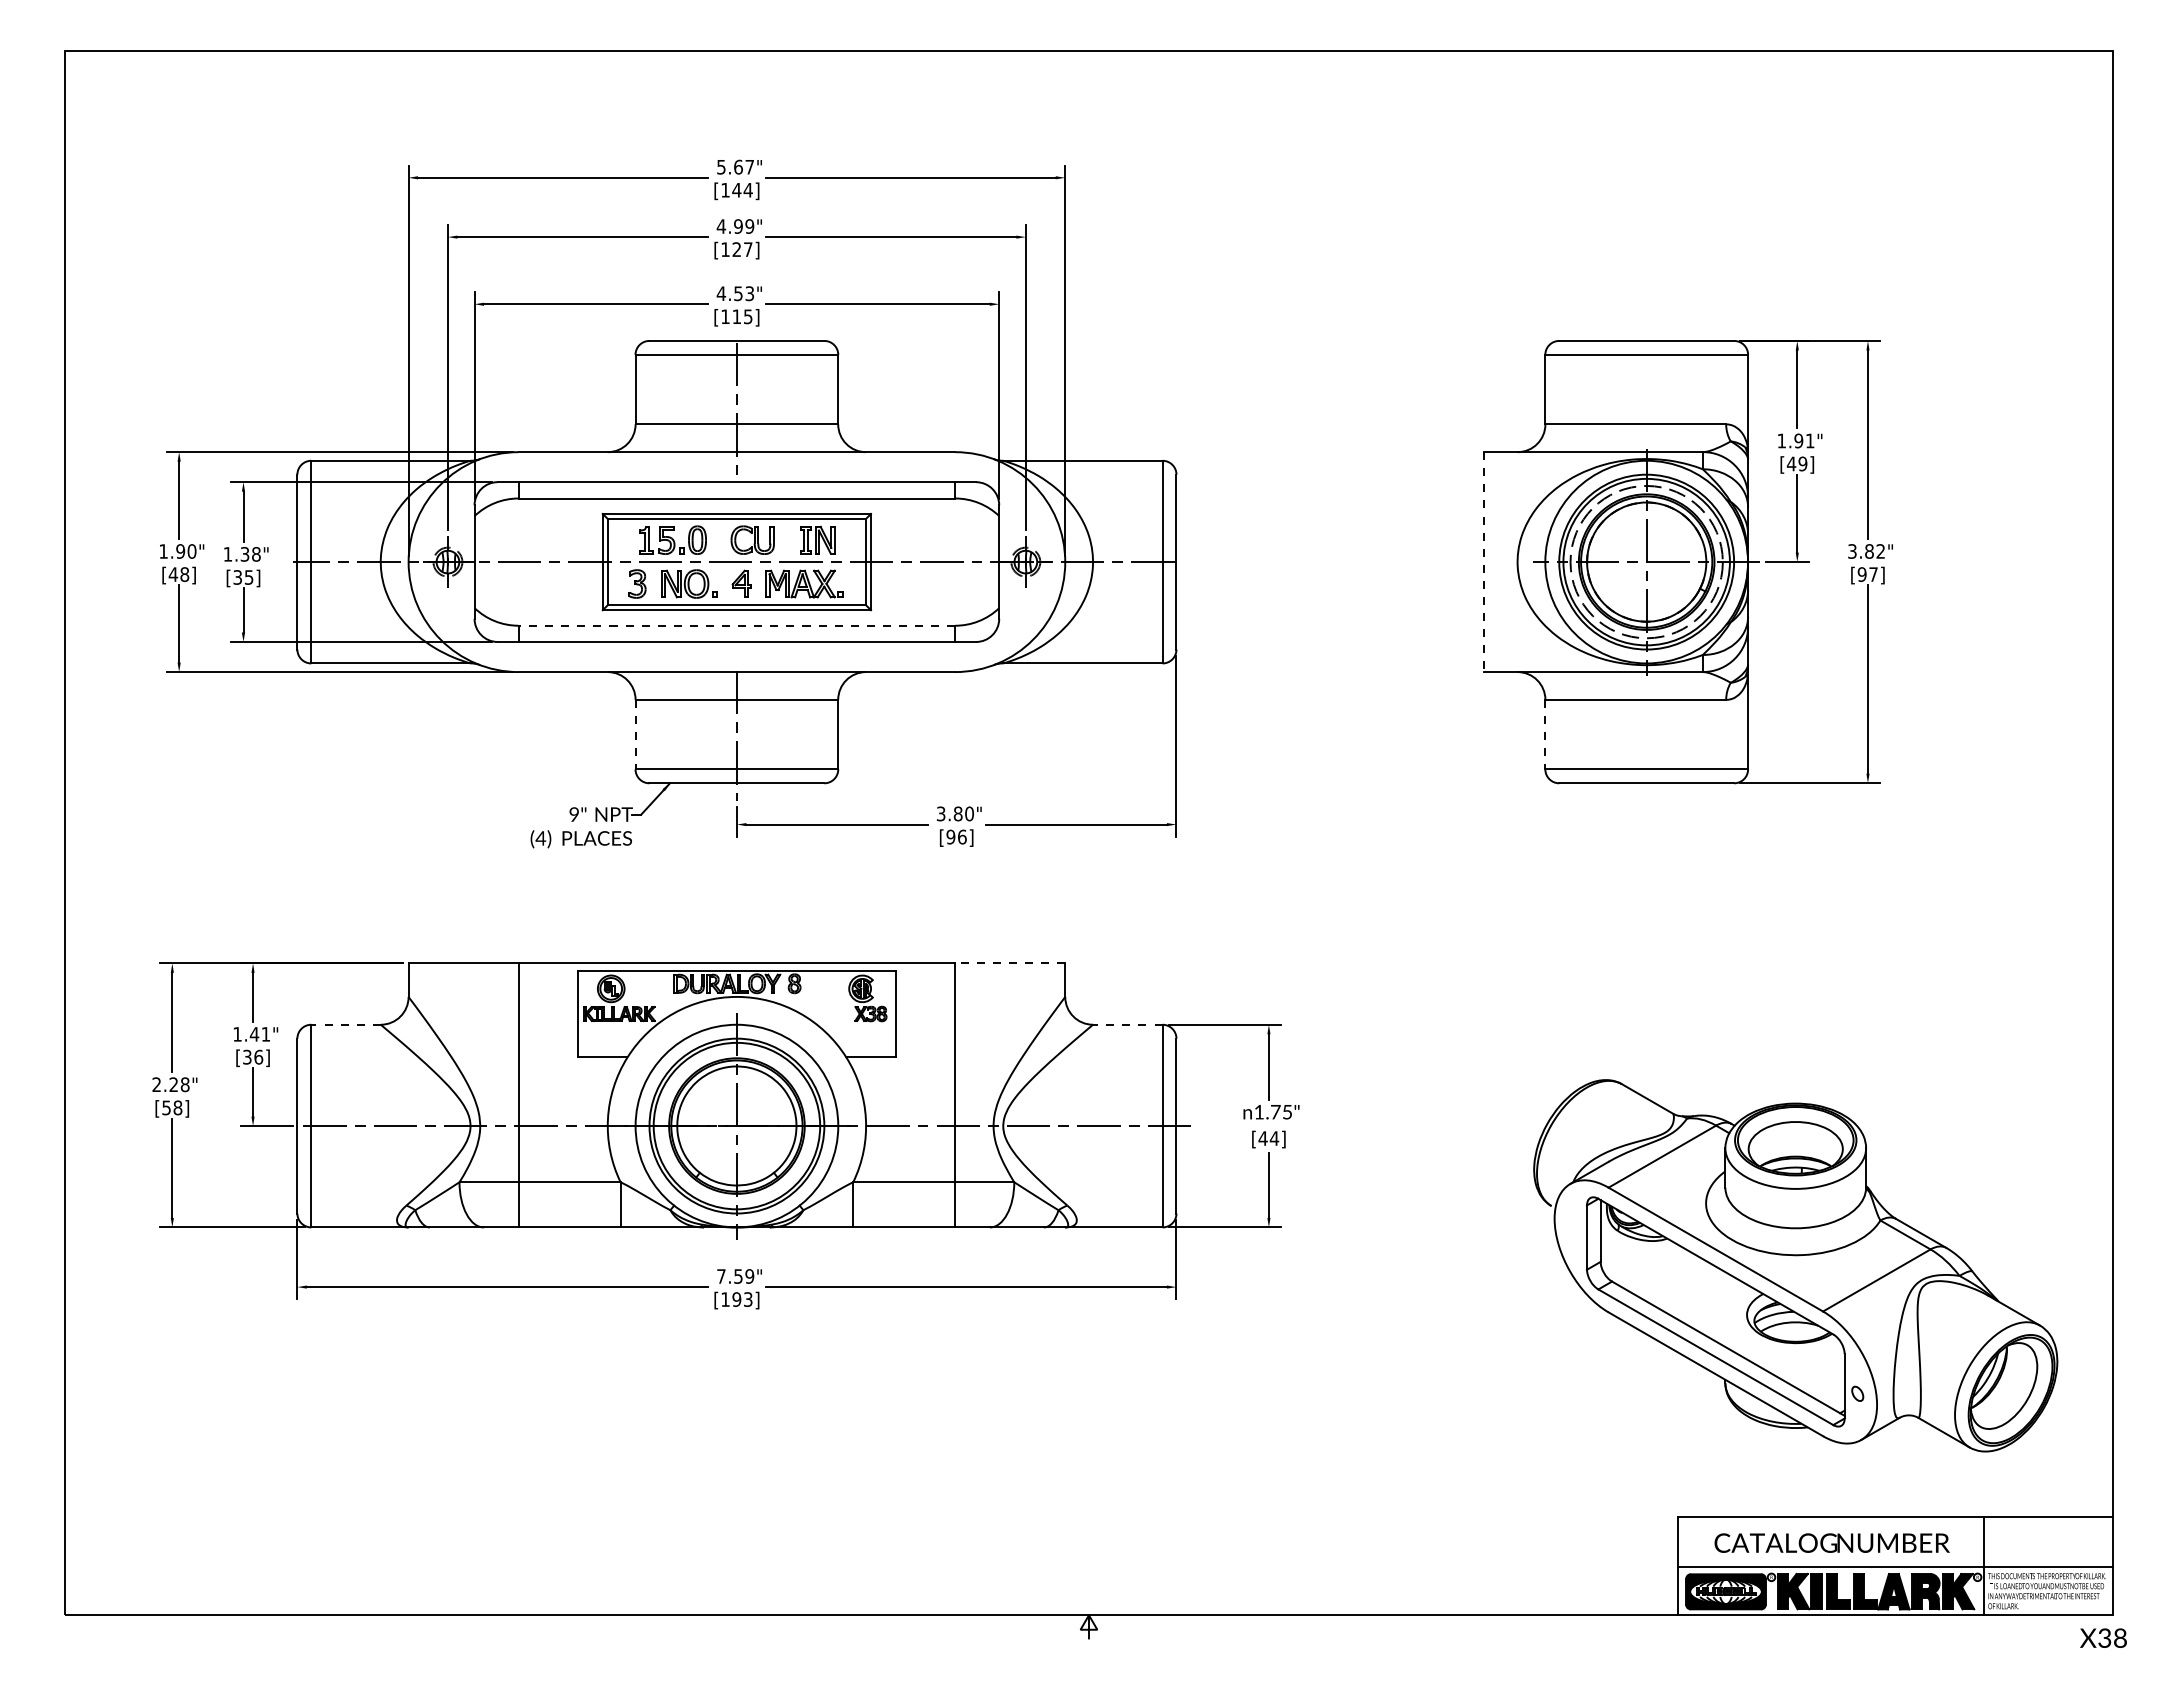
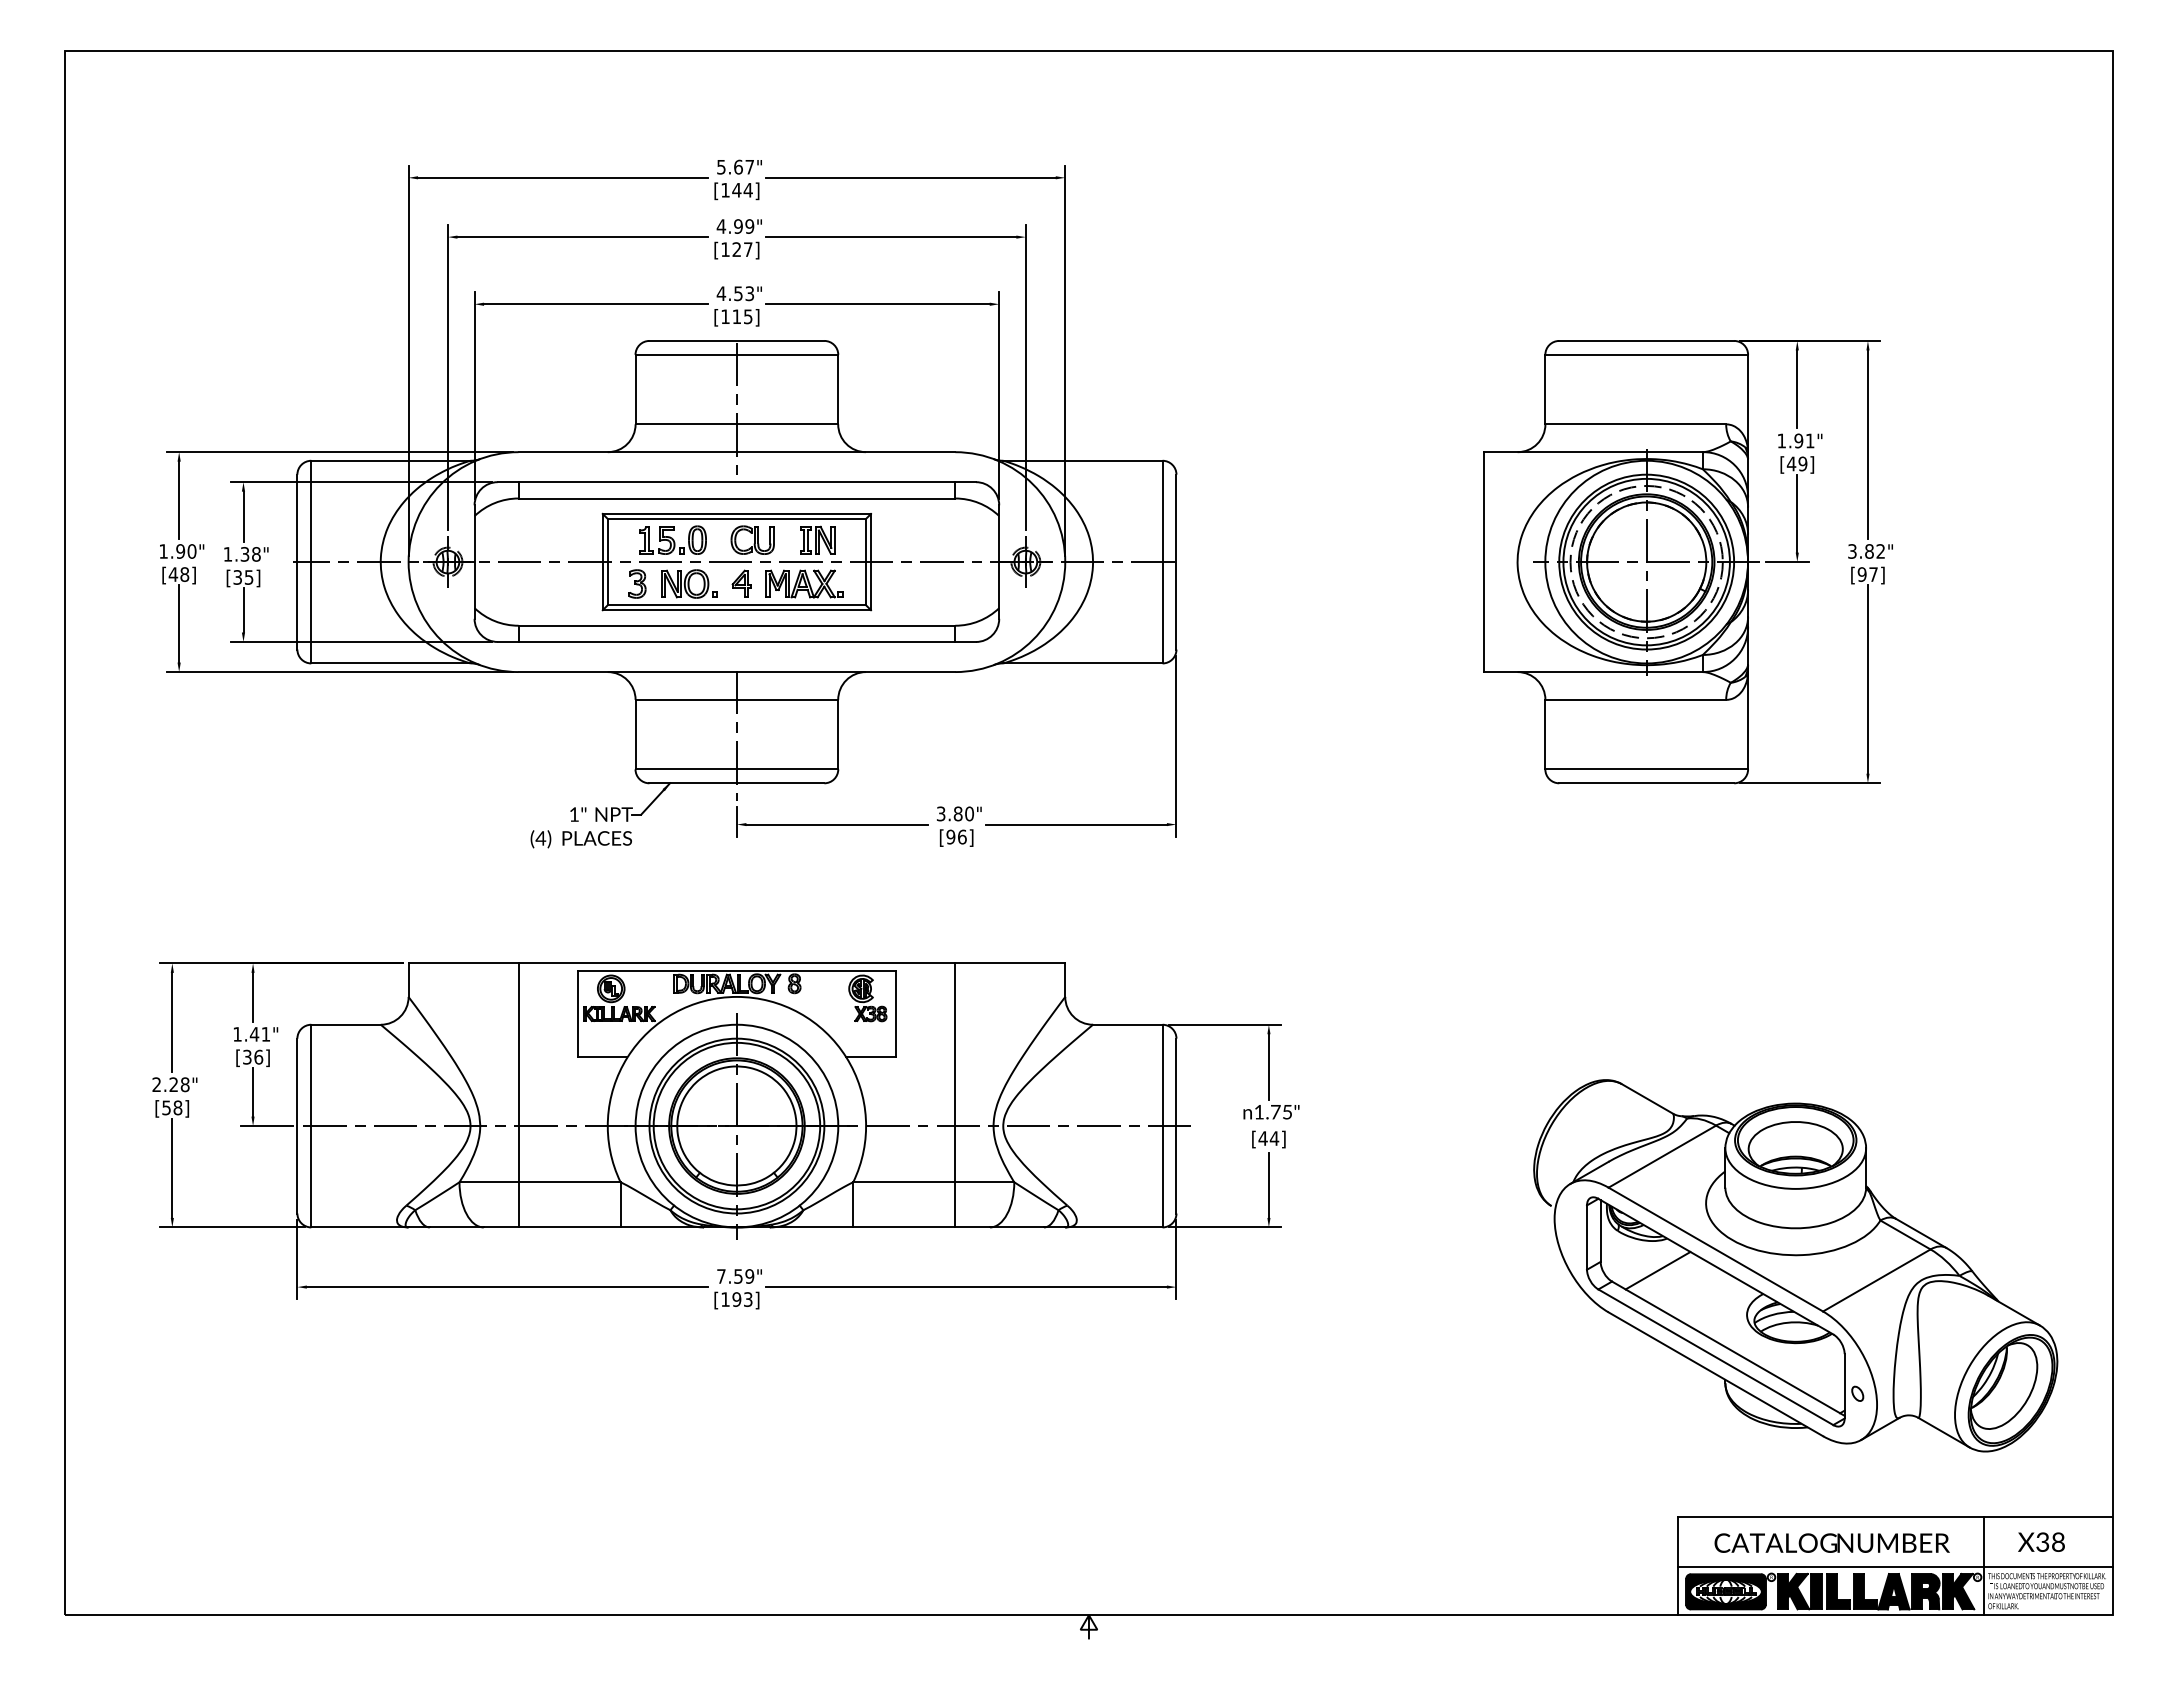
line at (1483, 562): dashed -> solid
line at (736, 625): dashed -> solid
line at (635, 734): dashed -> solid
line at (1545, 734): dashed -> solid
text at (573, 814): 9" -> 1"
line at (1010, 963): dashed -> solid
line at (346, 1024): dashed -> solid
line at (1127, 1024): dashed -> solid
line at (1657, 1270): none -> present
text at (2103, 1637) position: (2103, 1637) -> (2041, 1541)
